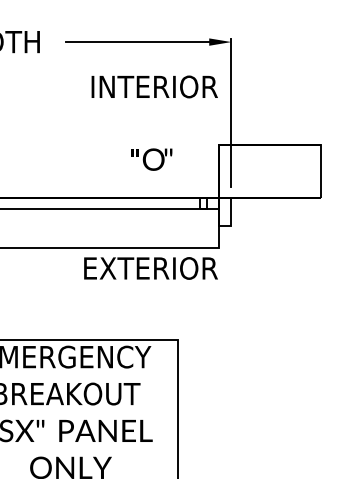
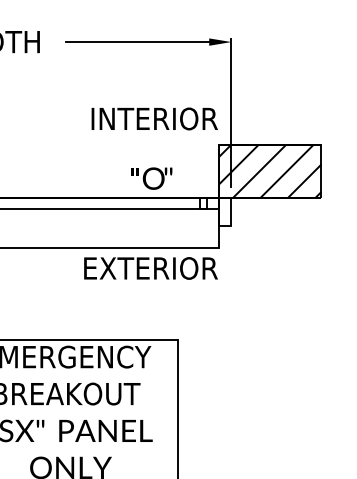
text at (154, 86) position: (154, 86) -> (154, 118)
text at (151, 159) position: (151, 159) -> (151, 178)
hatch at (269, 171): none -> present
